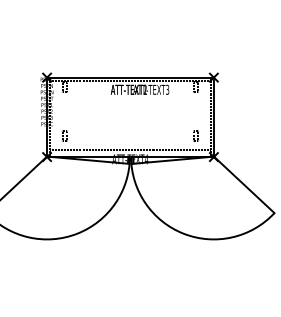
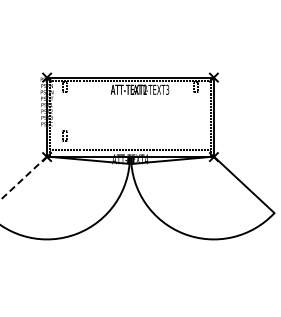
part at (195, 135): present -> none
line at (23, 178): solid -> dashed
